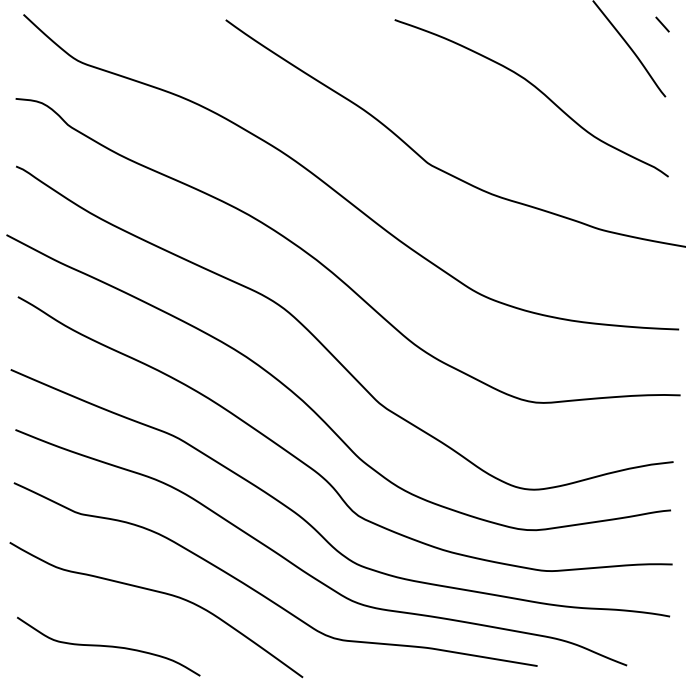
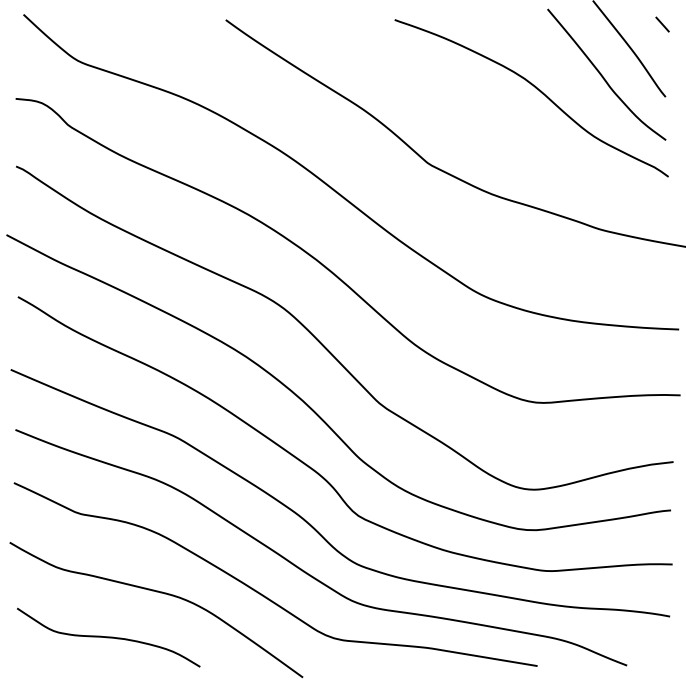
curve at (603, 76): none -> present
curve at (108, 646) position: (108, 646) -> (108, 637)
